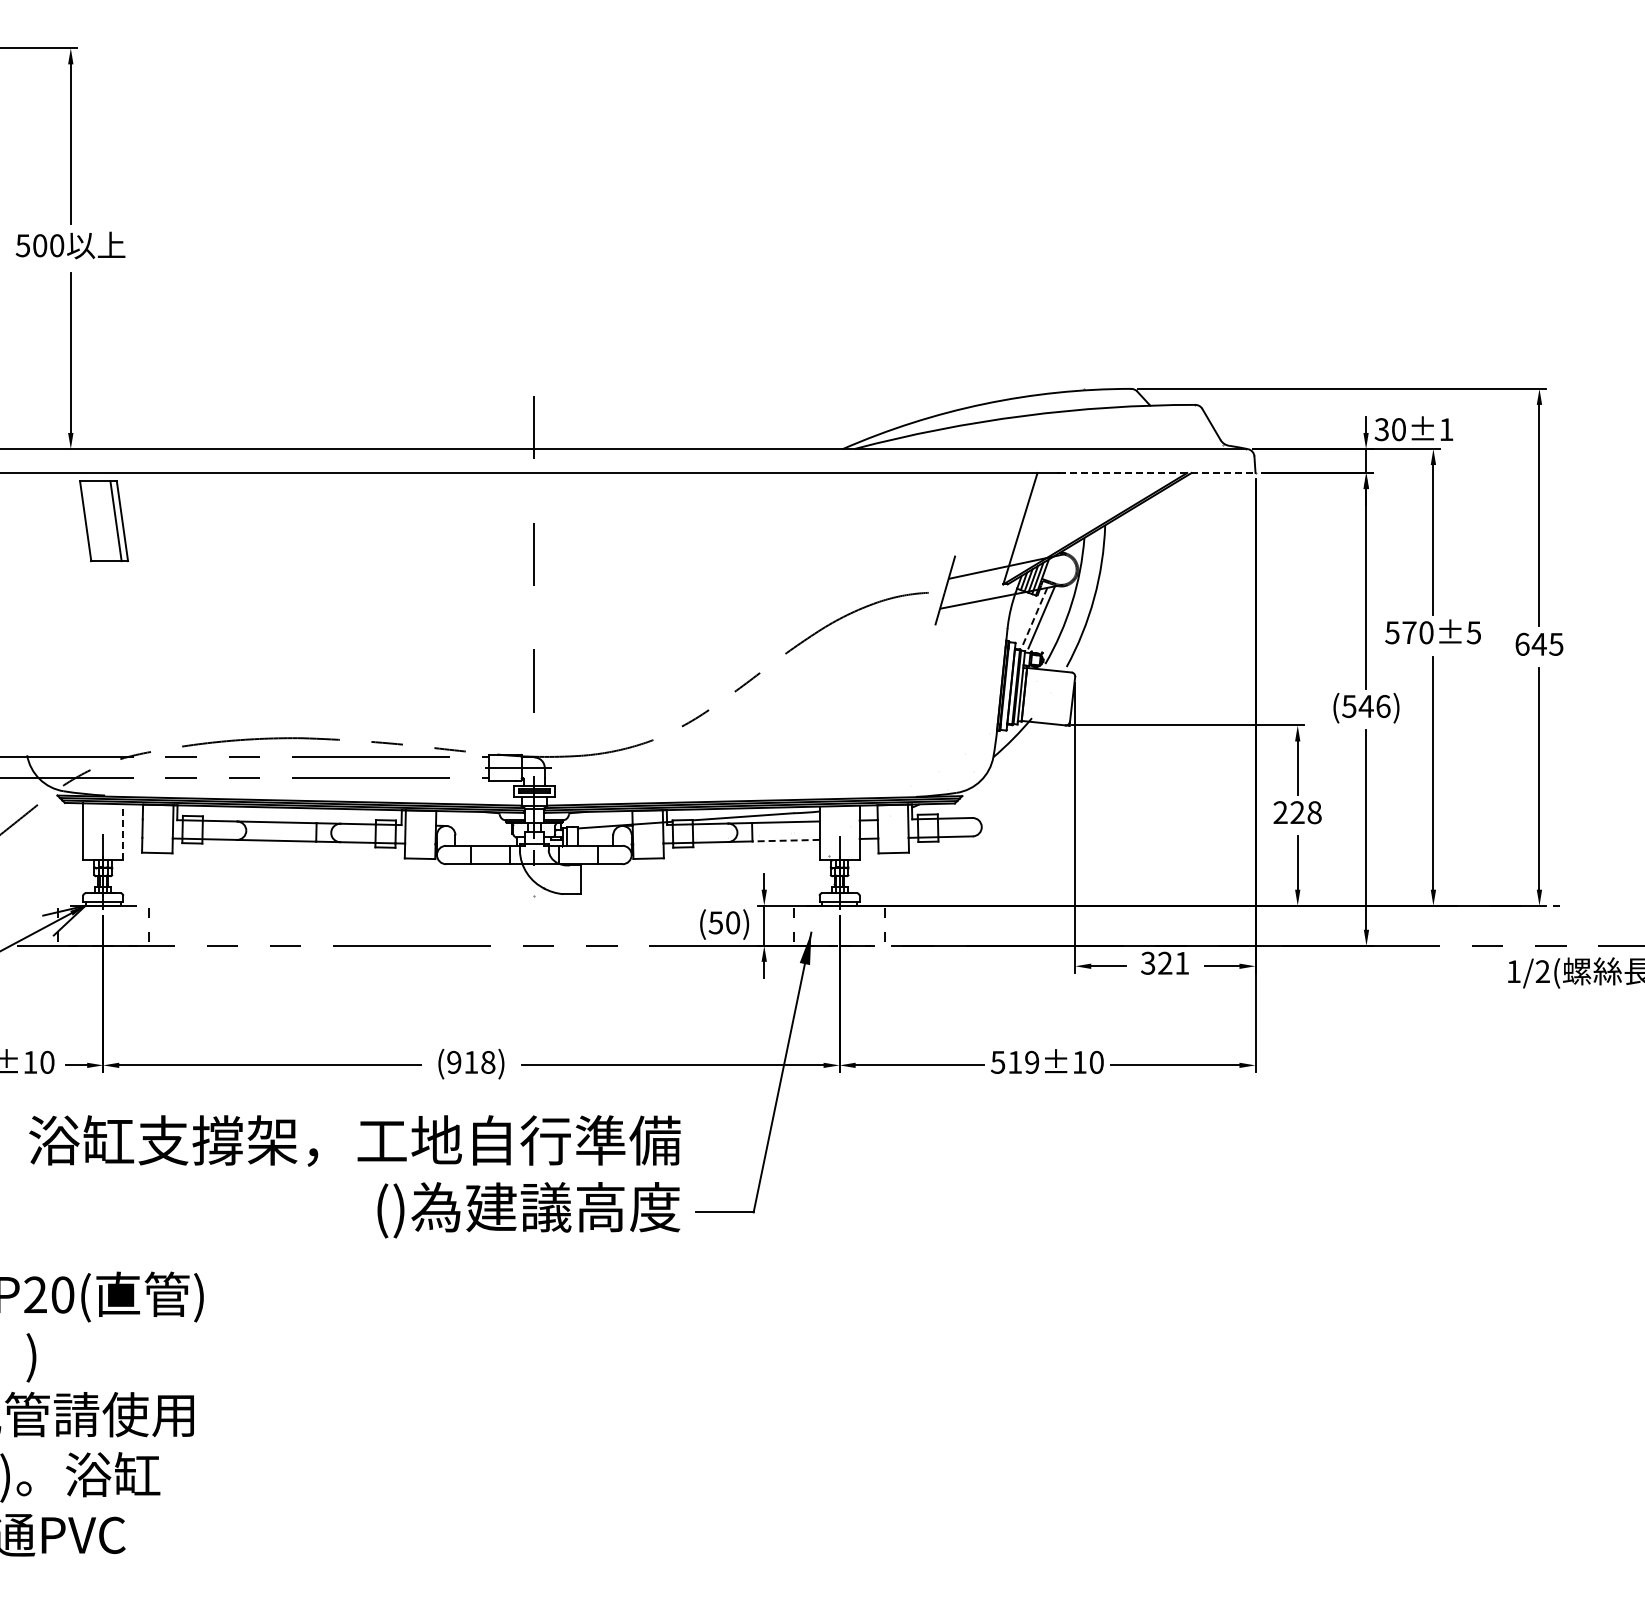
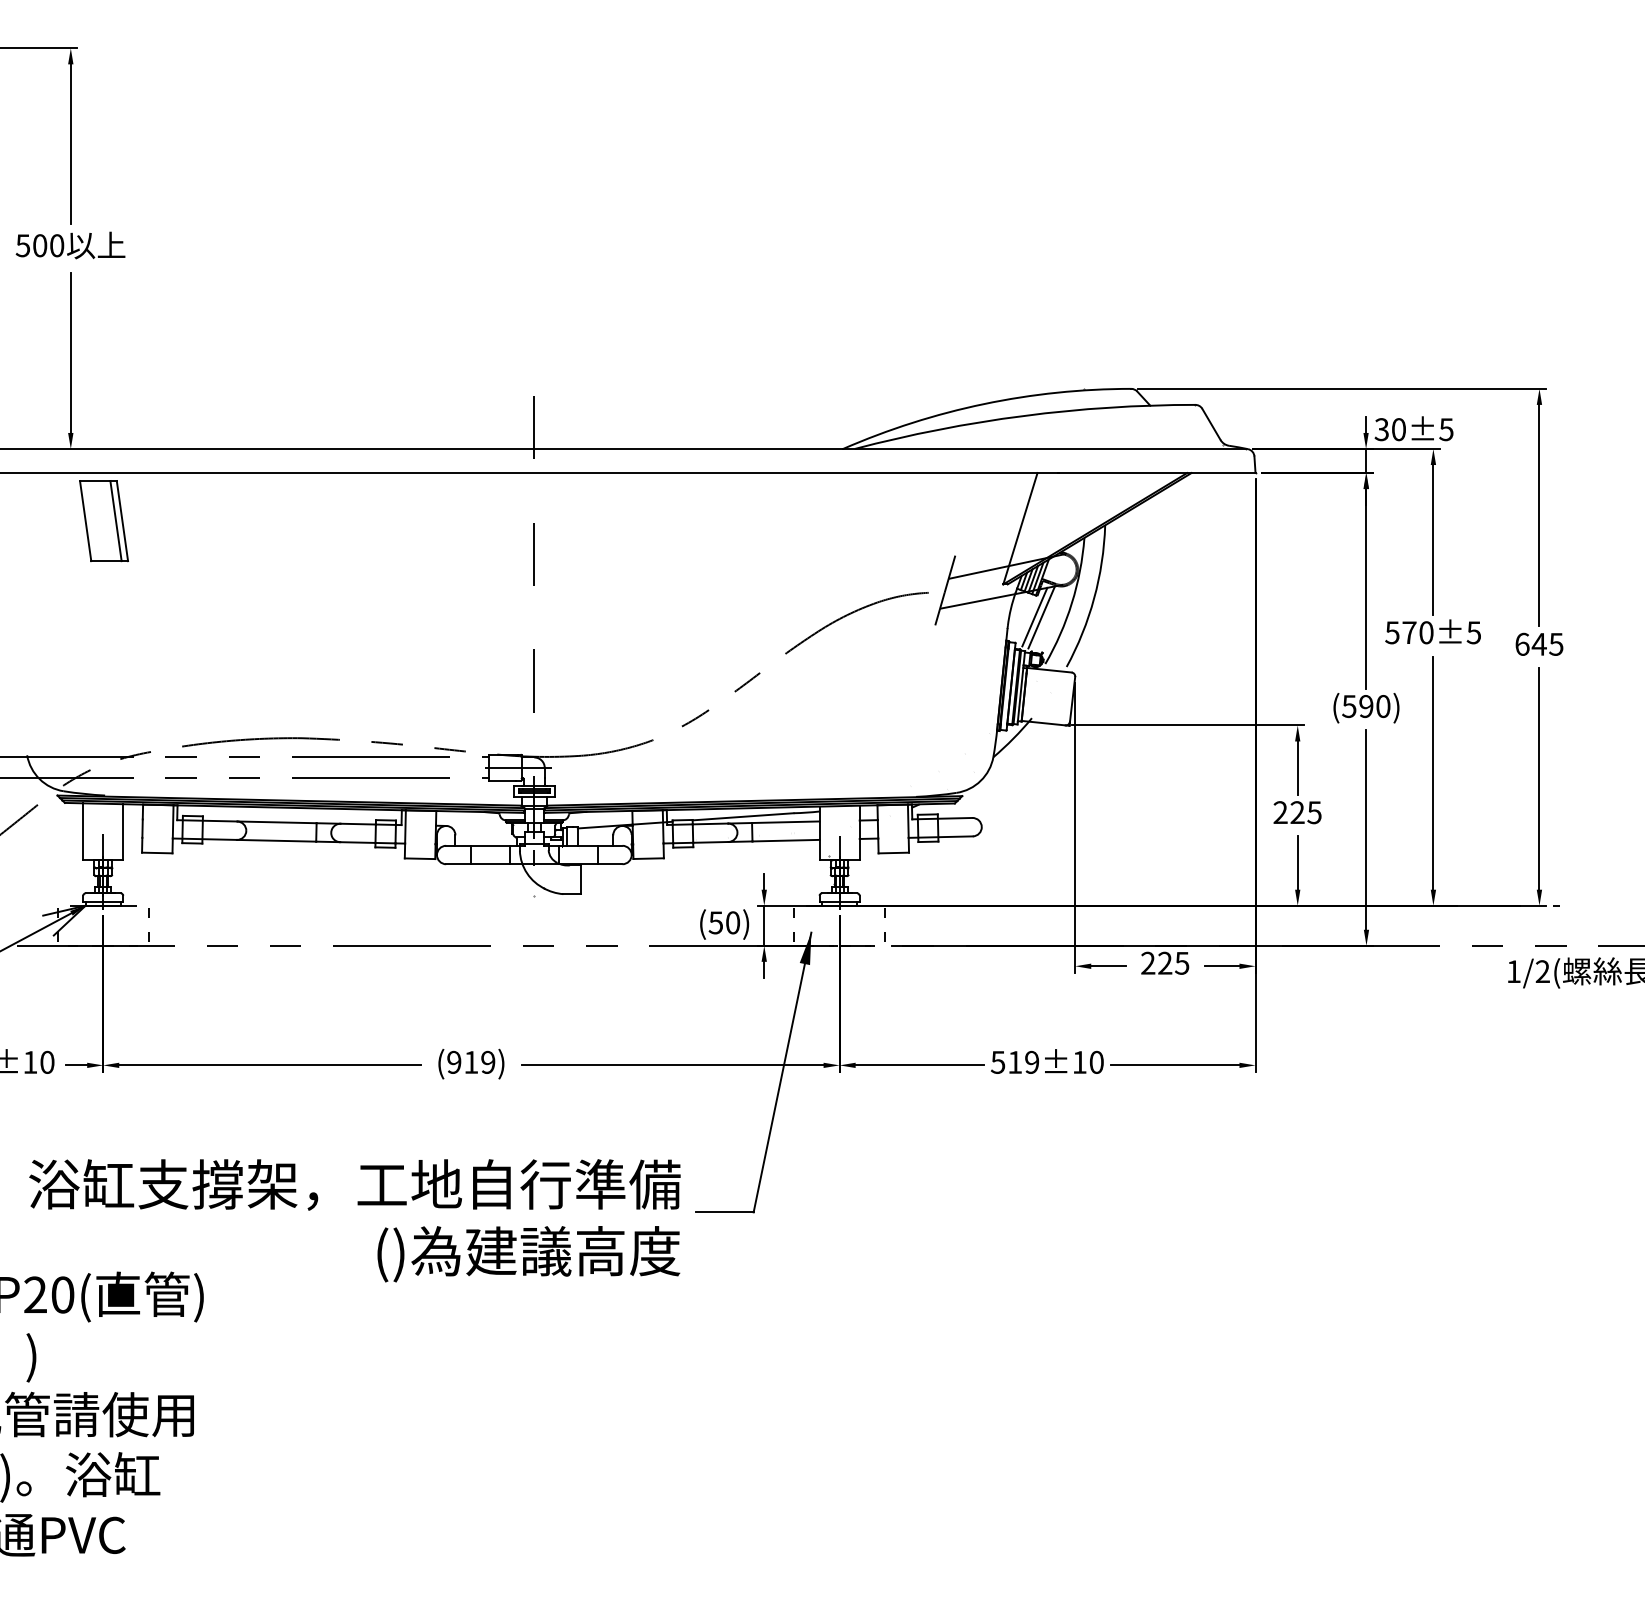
text at (1446, 429): 30±1 -> 30±5
line at (1157, 473): dashed -> solid
line at (1034, 617): dashed -> solid
text at (1374, 706): (546) -> (590)
text at (1314, 812): 228 -> 225
line at (123, 832): dashed -> solid
line at (786, 840): dashed -> solid
text at (1165, 963): 321 -> 225
text at (488, 1061): (918) -> (919)
text at (354, 1176) position: (354, 1176) -> (354, 1220)
